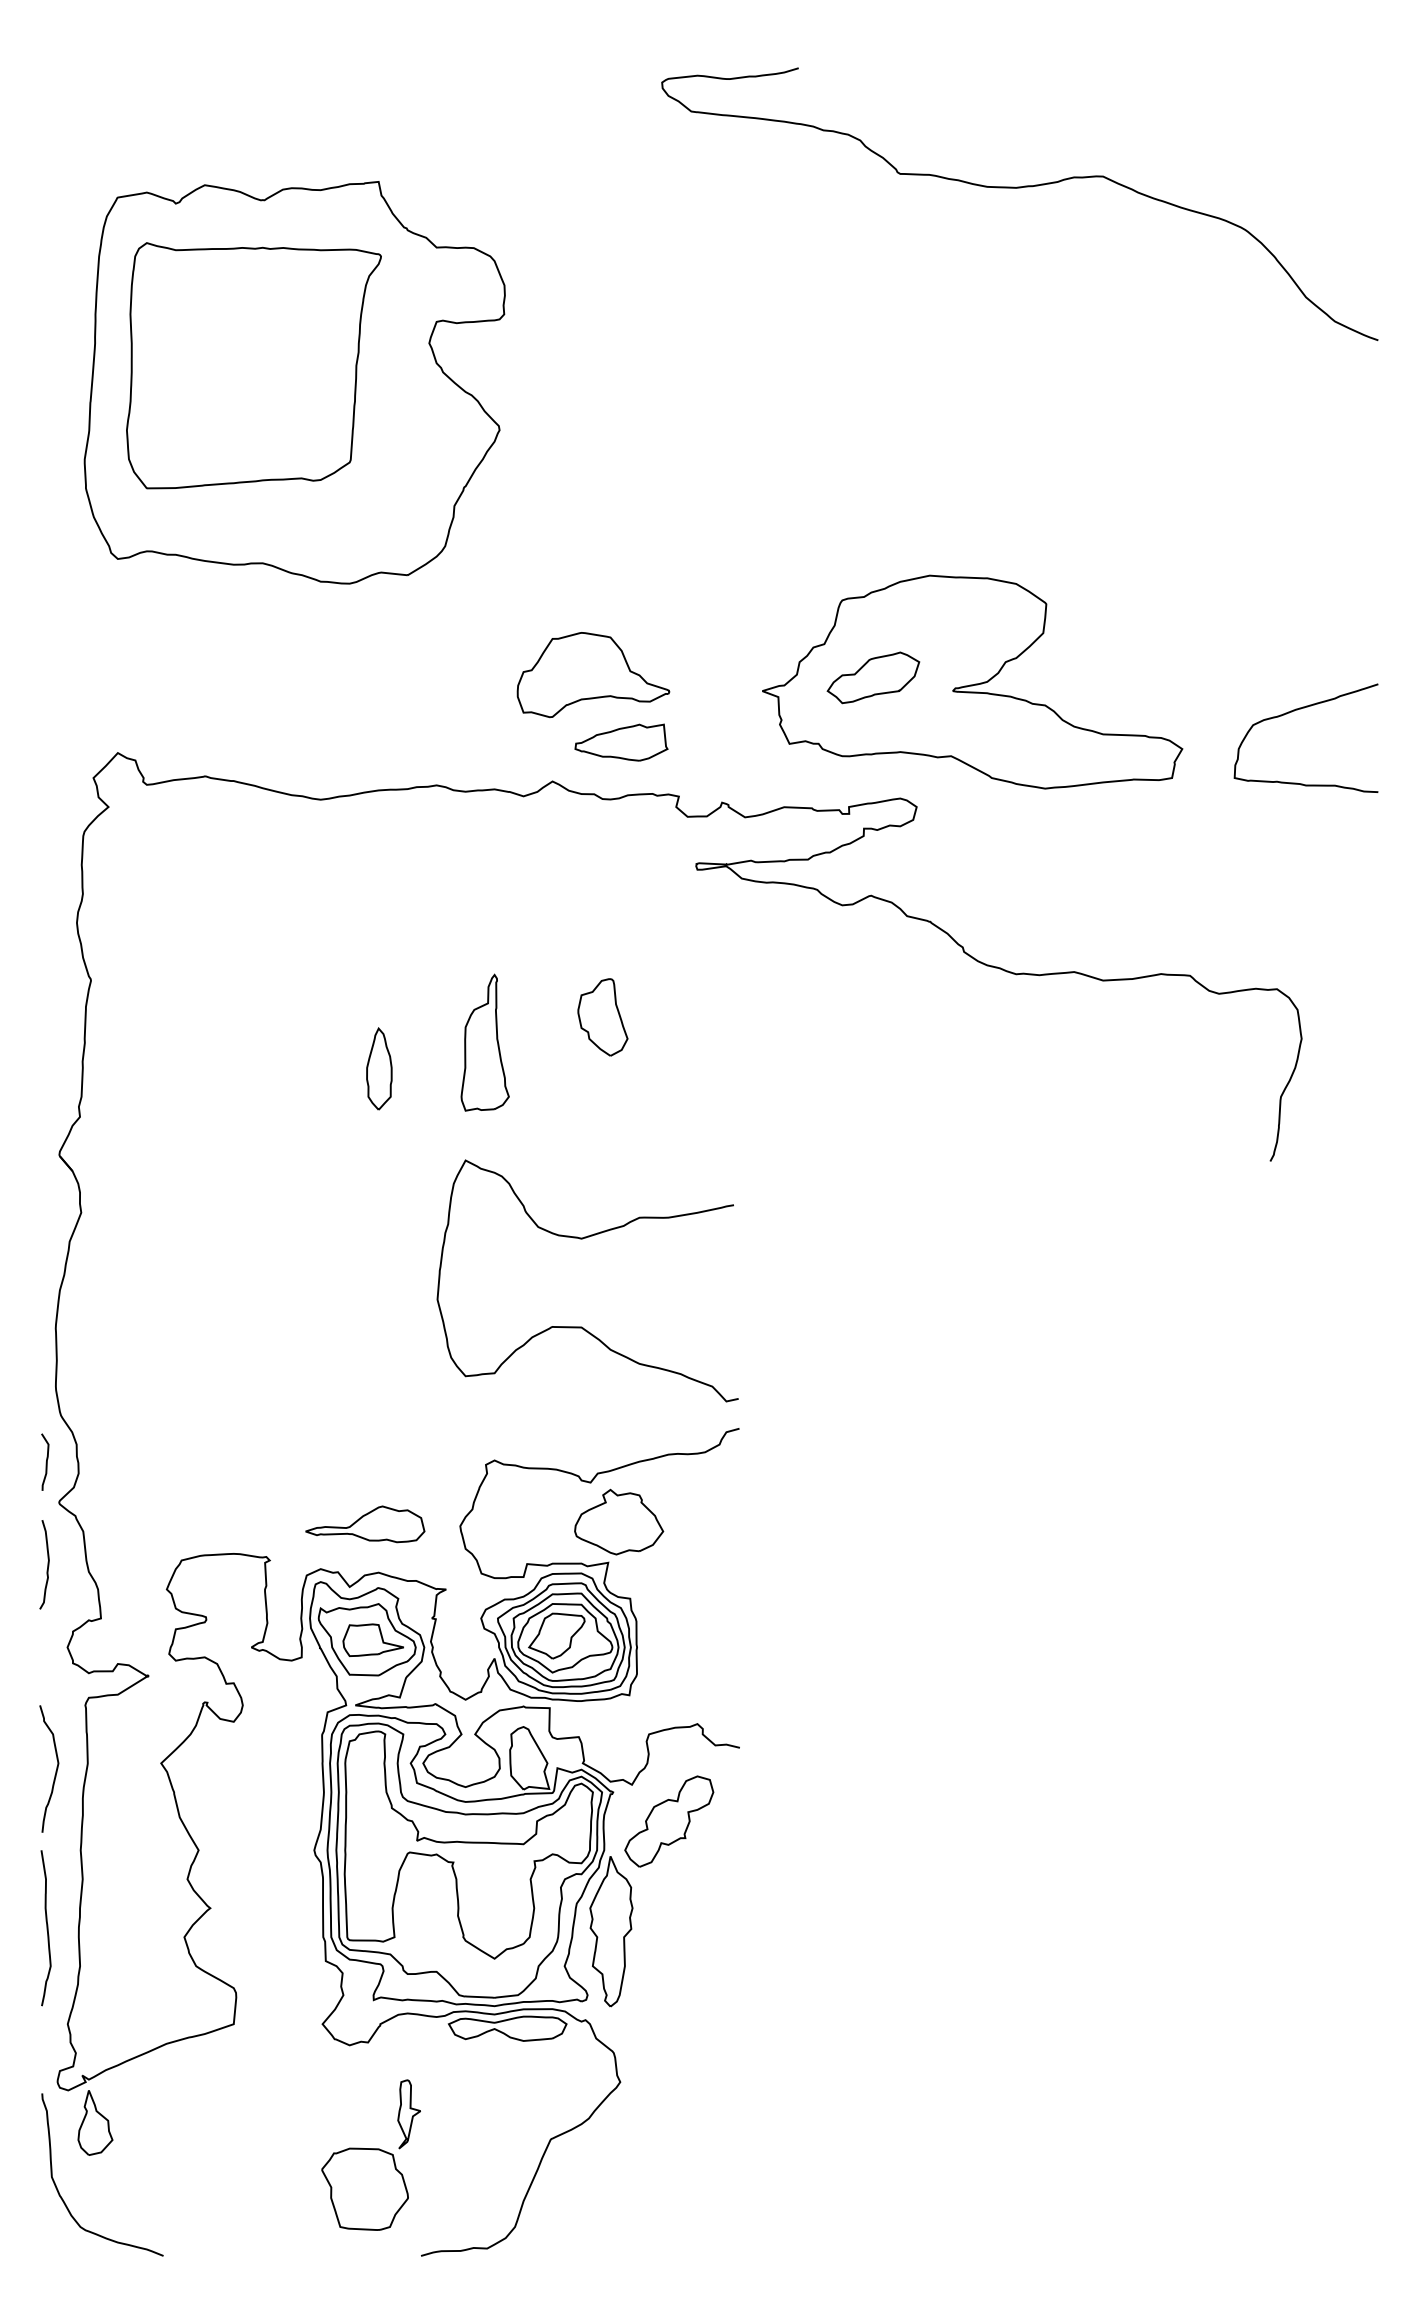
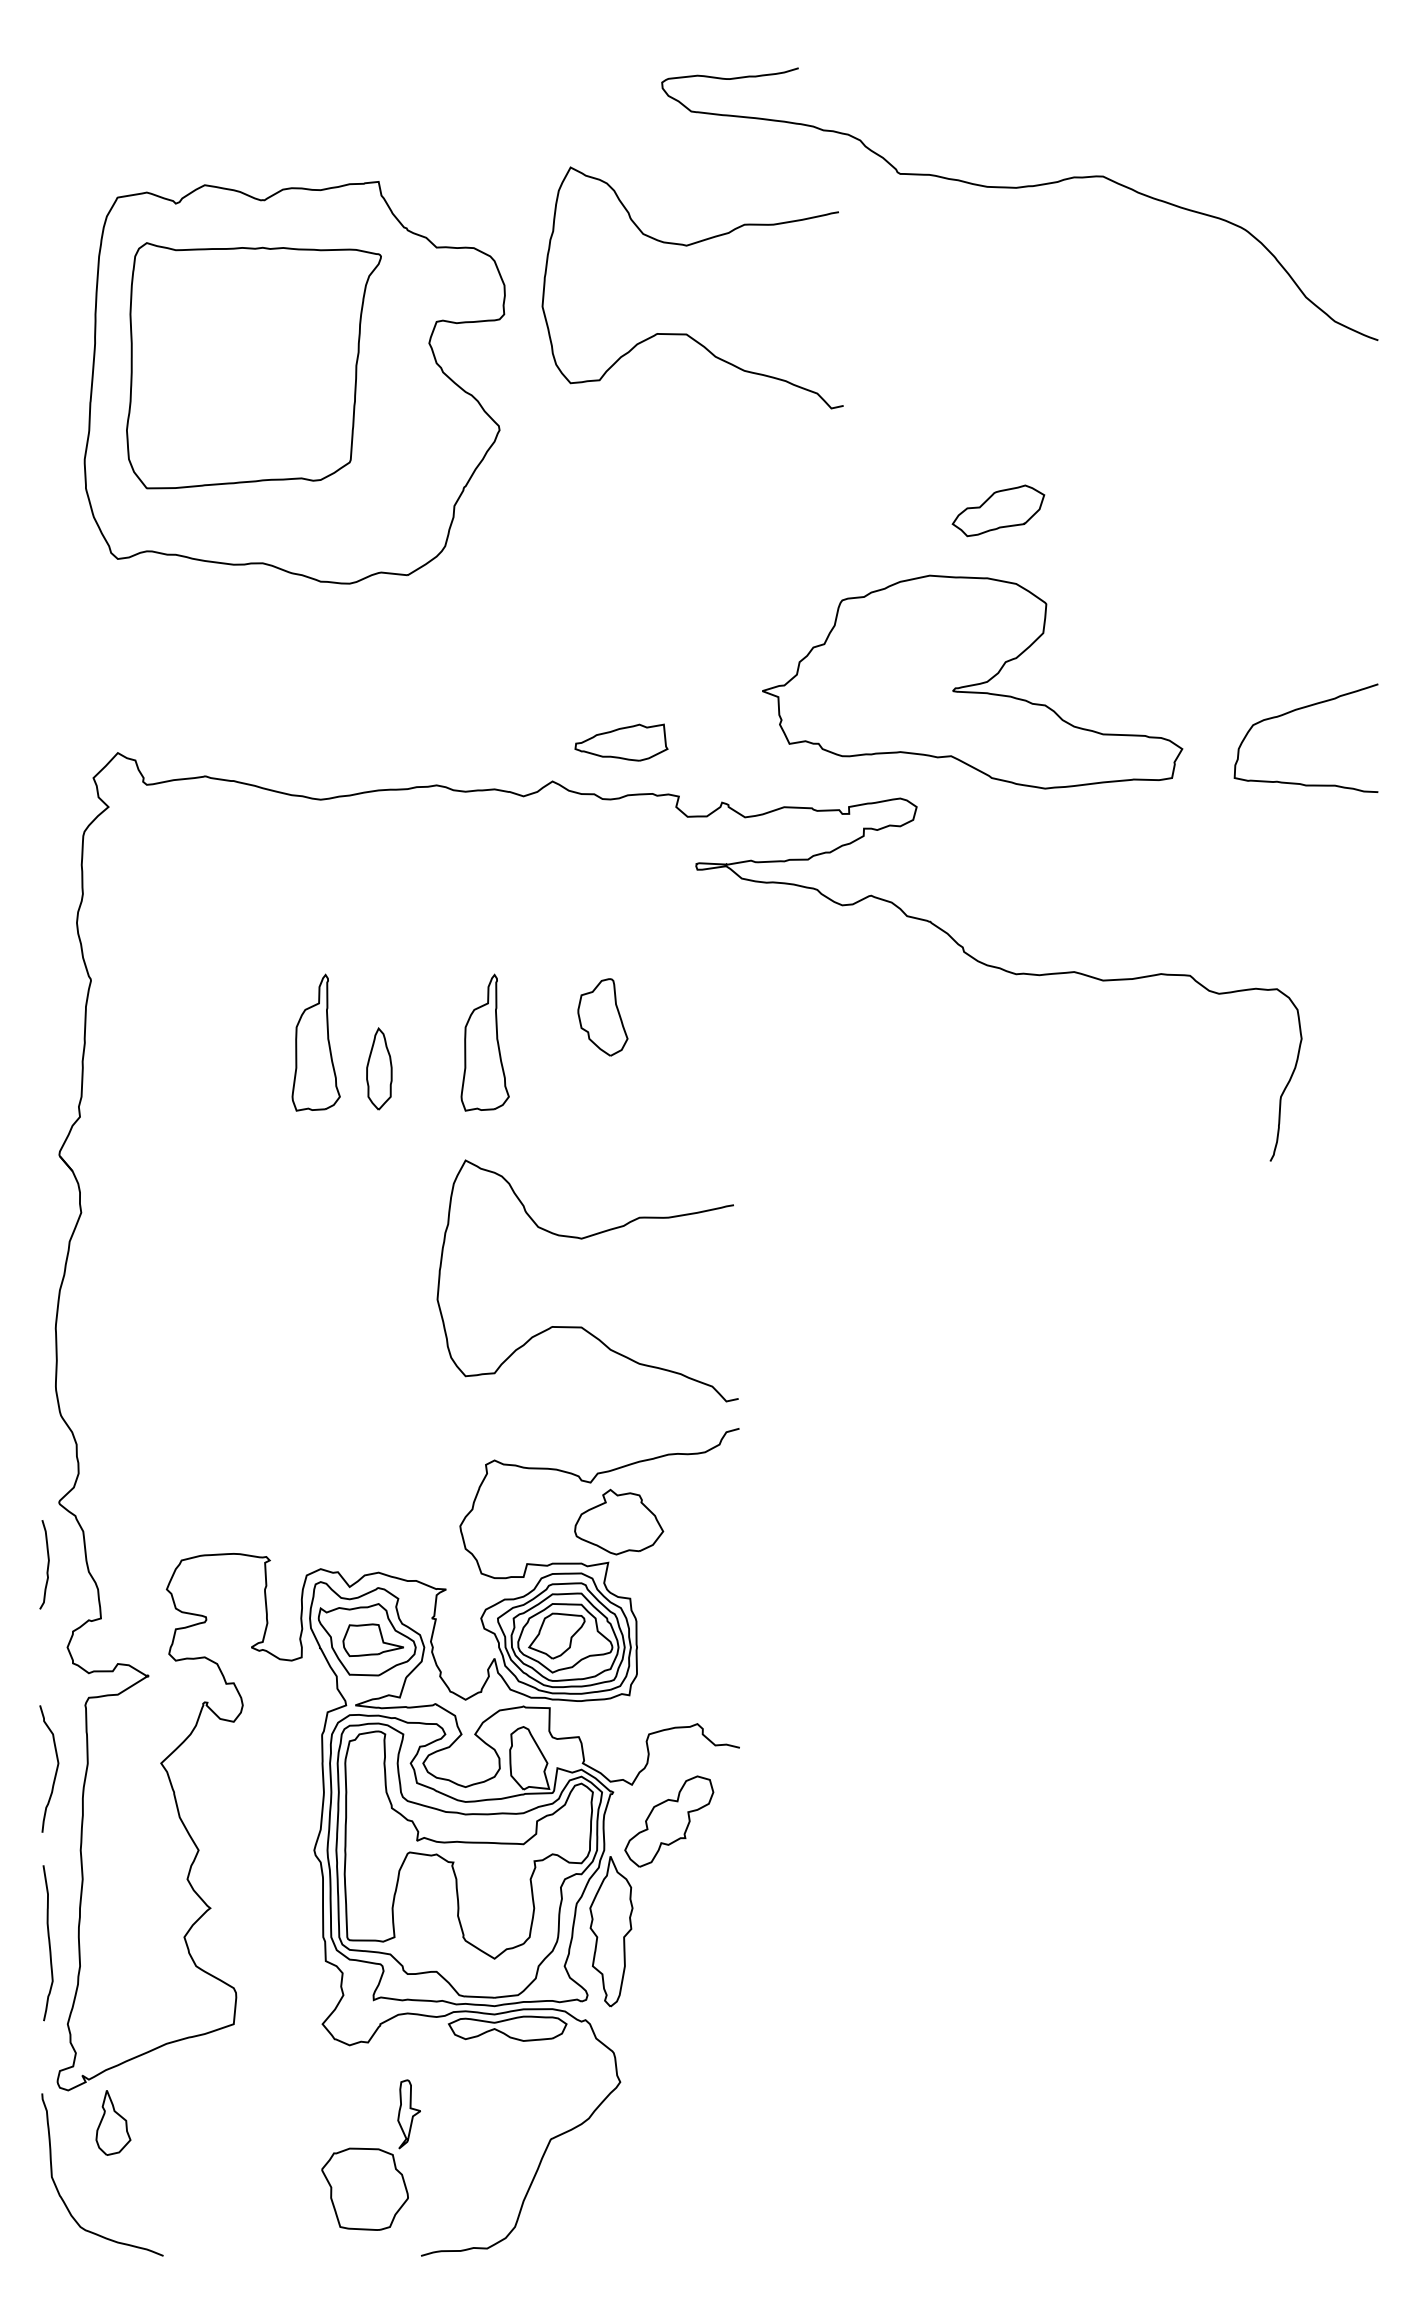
curve at (687, 246): none -> present
part at (593, 675): present -> none
part at (873, 677) position: (873, 677) -> (998, 510)
part at (315, 1042): none -> present
curve at (46, 1461): present -> none
part at (365, 1524): present -> none
curve at (46, 1928) position: (46, 1928) -> (48, 1943)
part at (95, 2122) position: (95, 2122) -> (113, 2122)
